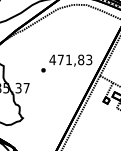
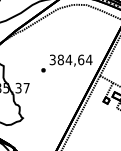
text at (70, 59): 471,83 -> 384,64
